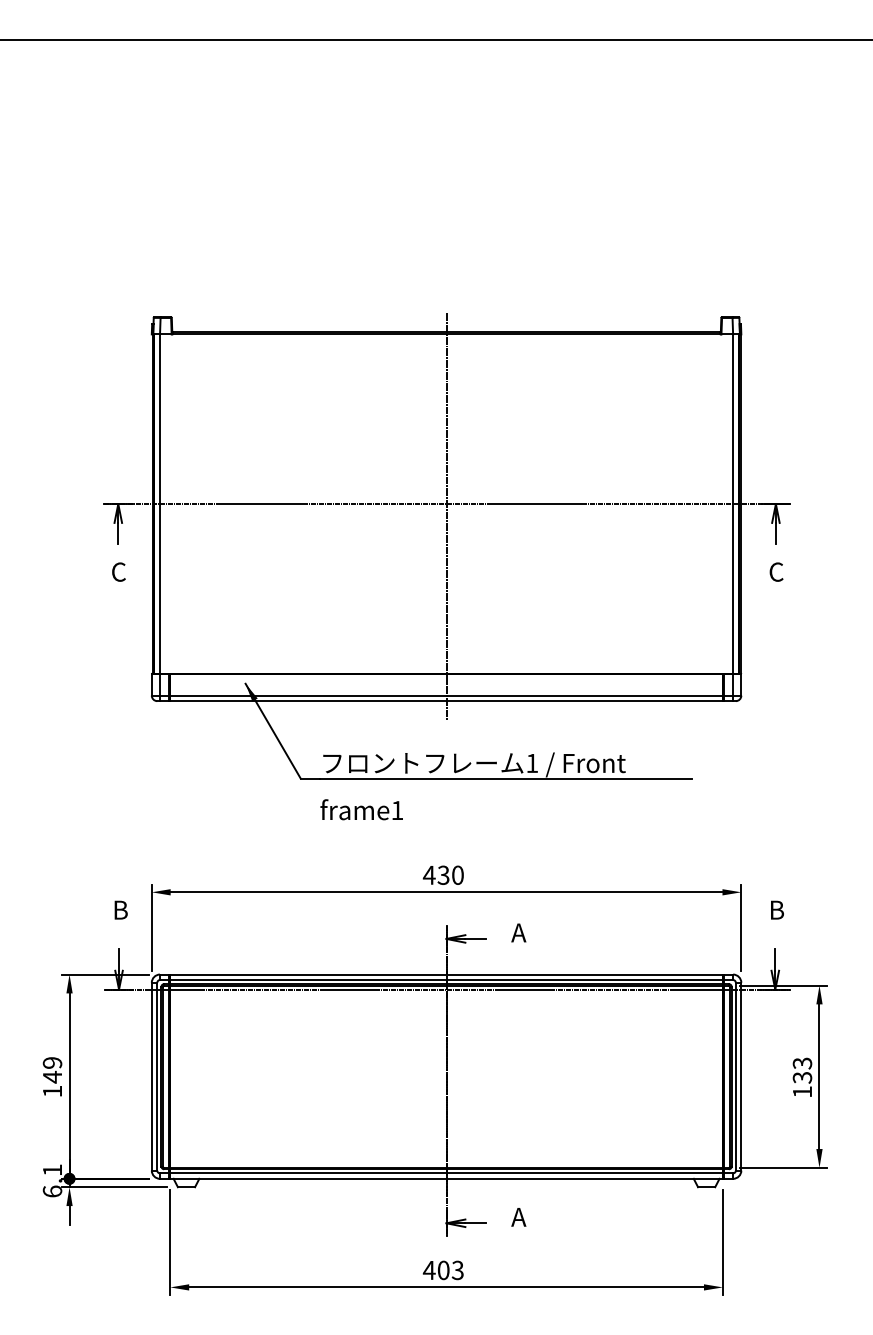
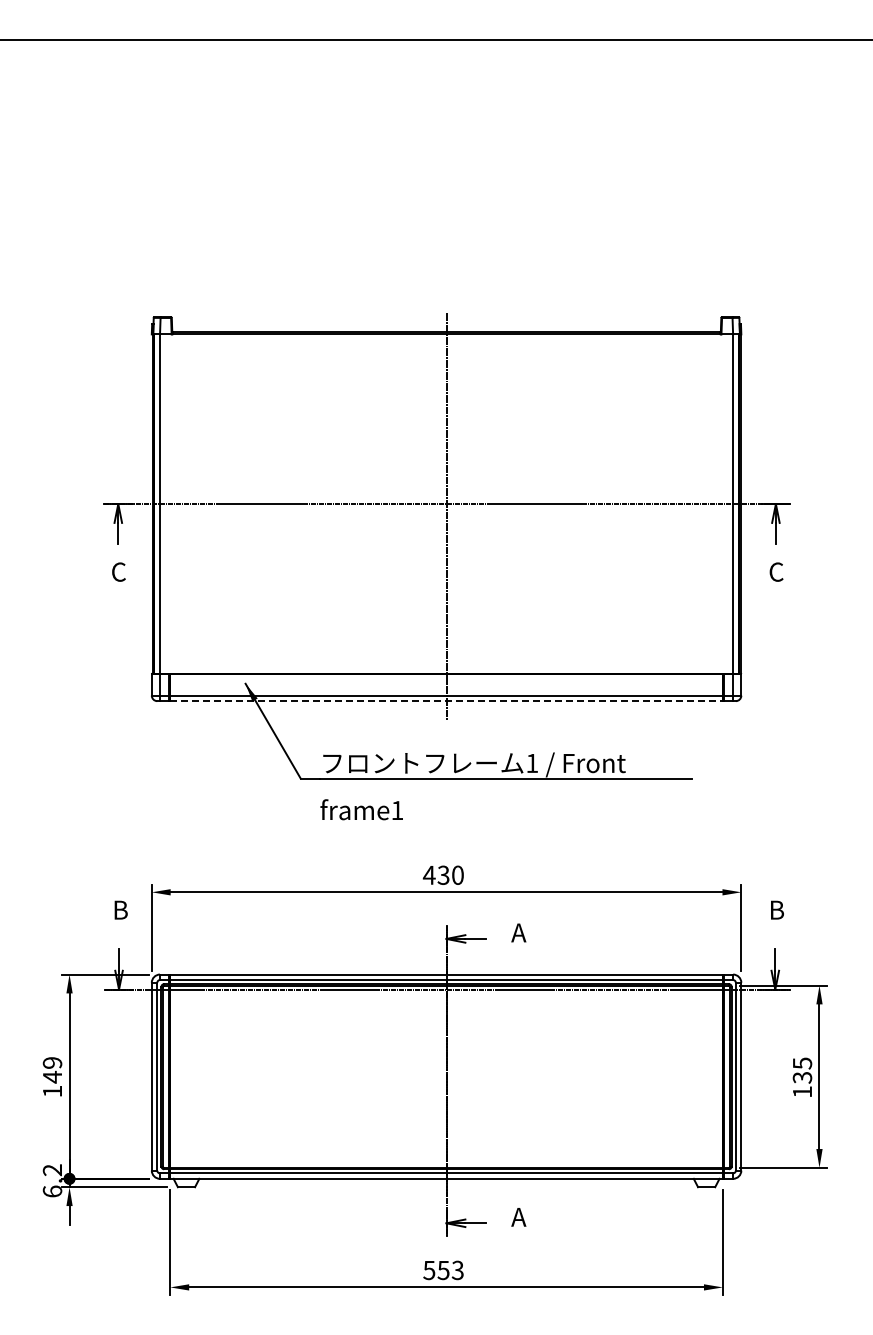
line at (447, 701): solid -> dashed
text at (801, 1062): 133 -> 135
text at (51, 1170): 6.1 -> 6.2
text at (435, 1270): 403 -> 553
